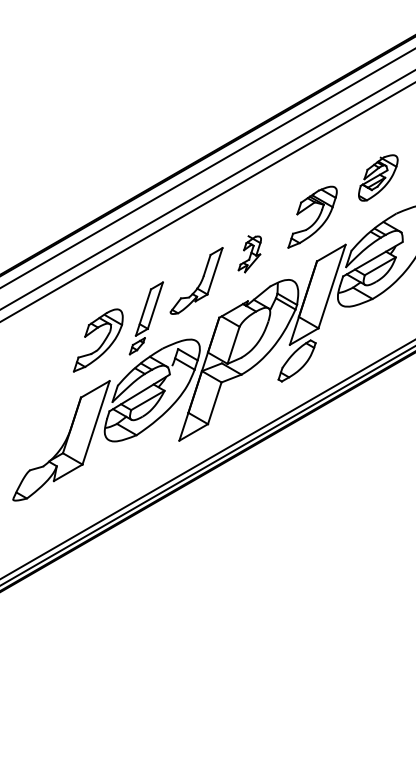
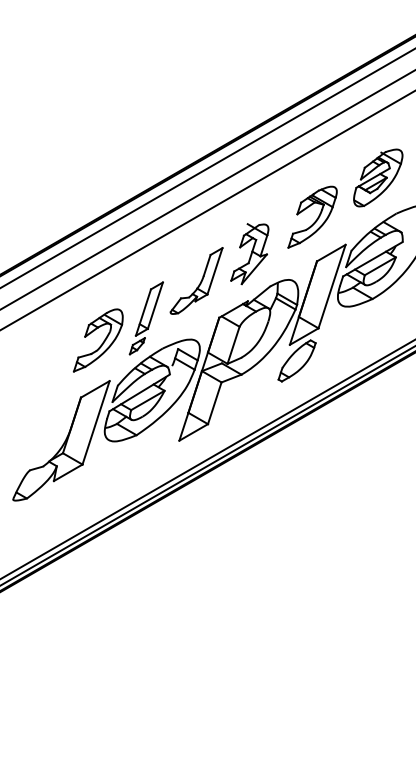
part at (378, 177) size: 41x48 px -> 51x60 px
line at (207, 201) position: (207, 201) -> (207, 210)
part at (249, 254) size: 25x39 px -> 40x63 px
